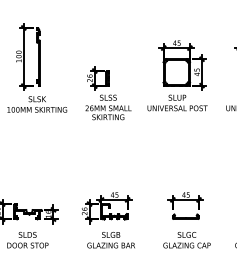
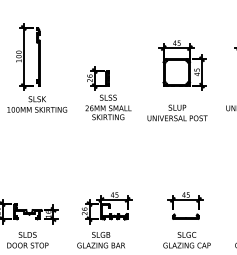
text at (177, 102) position: (177, 102) -> (177, 112)
text at (110, 240) position: (110, 240) -> (100, 240)
